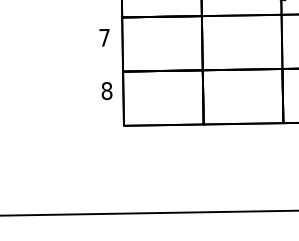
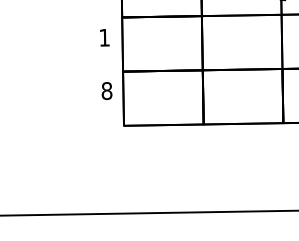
text at (104, 37): 7 -> 1
